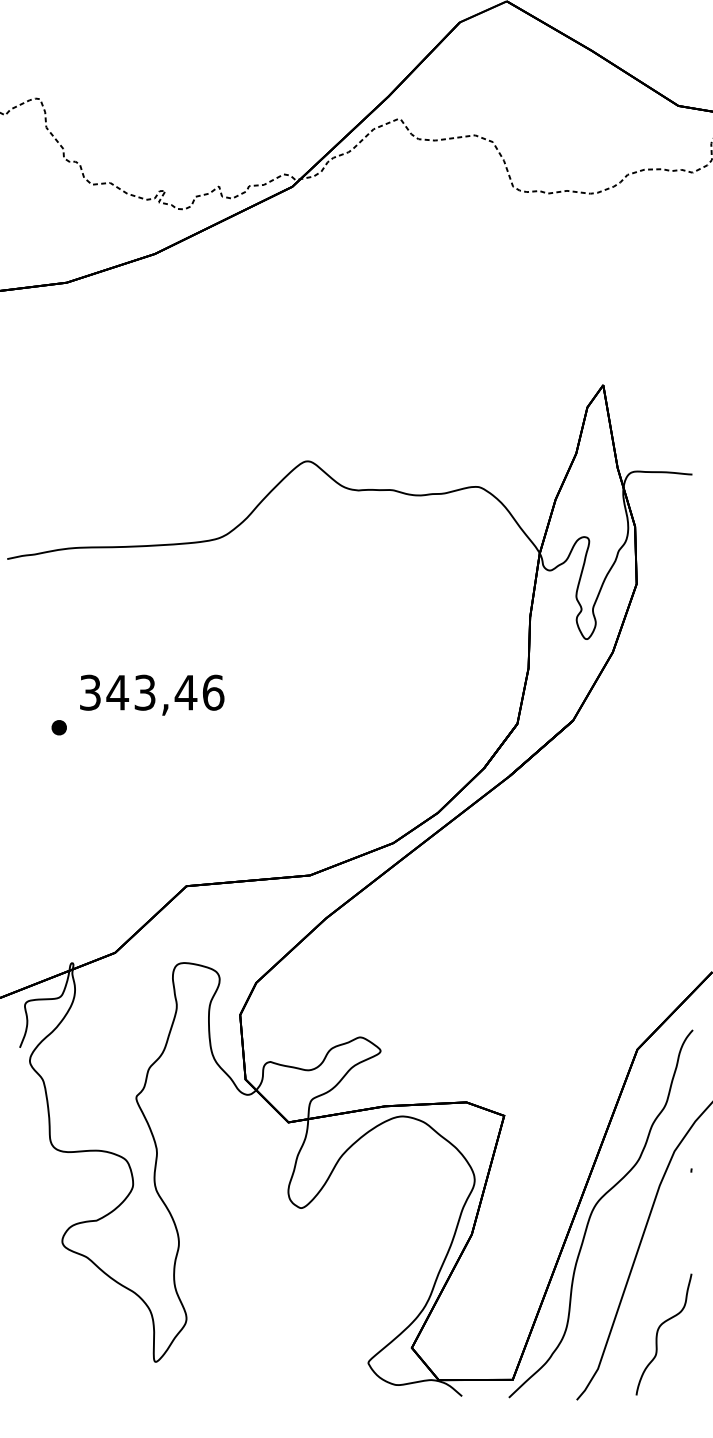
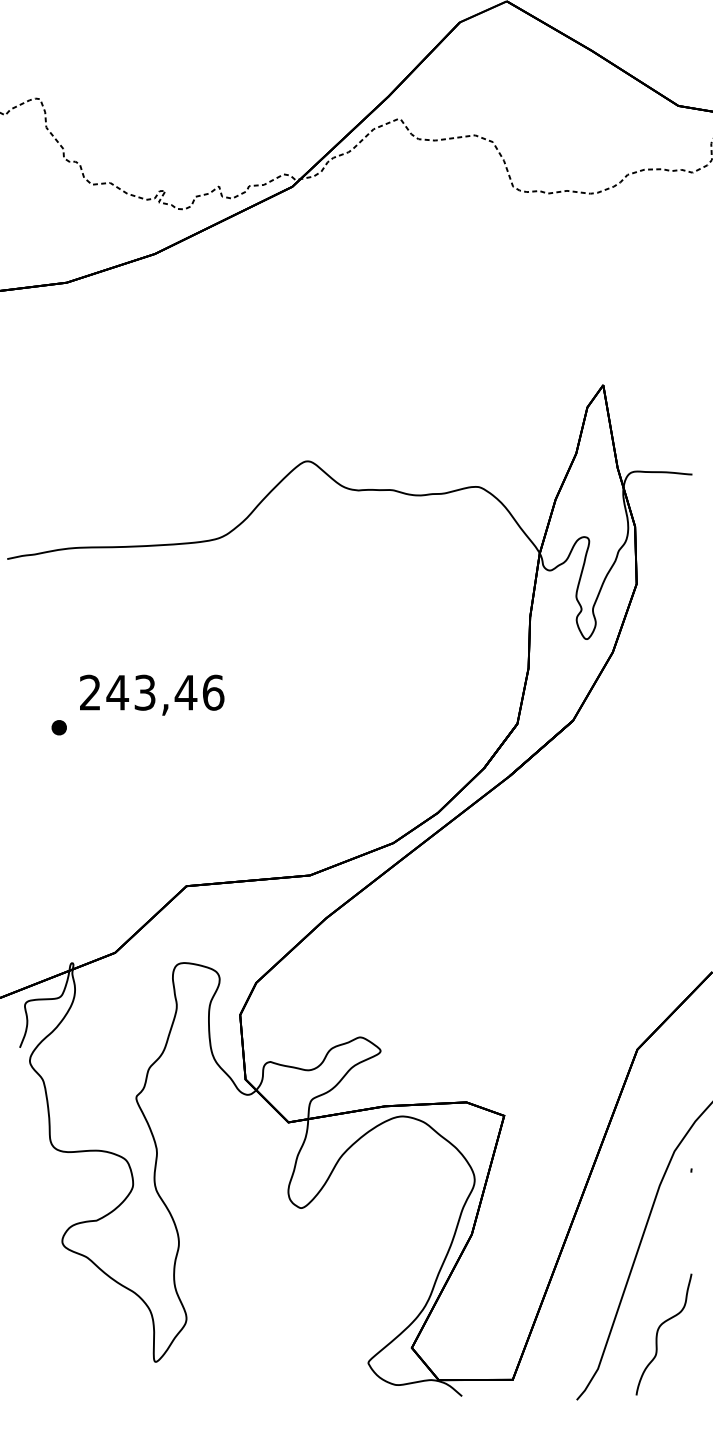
text at (90, 692): 343,46 -> 243,46
curve at (594, 1209): present -> none
